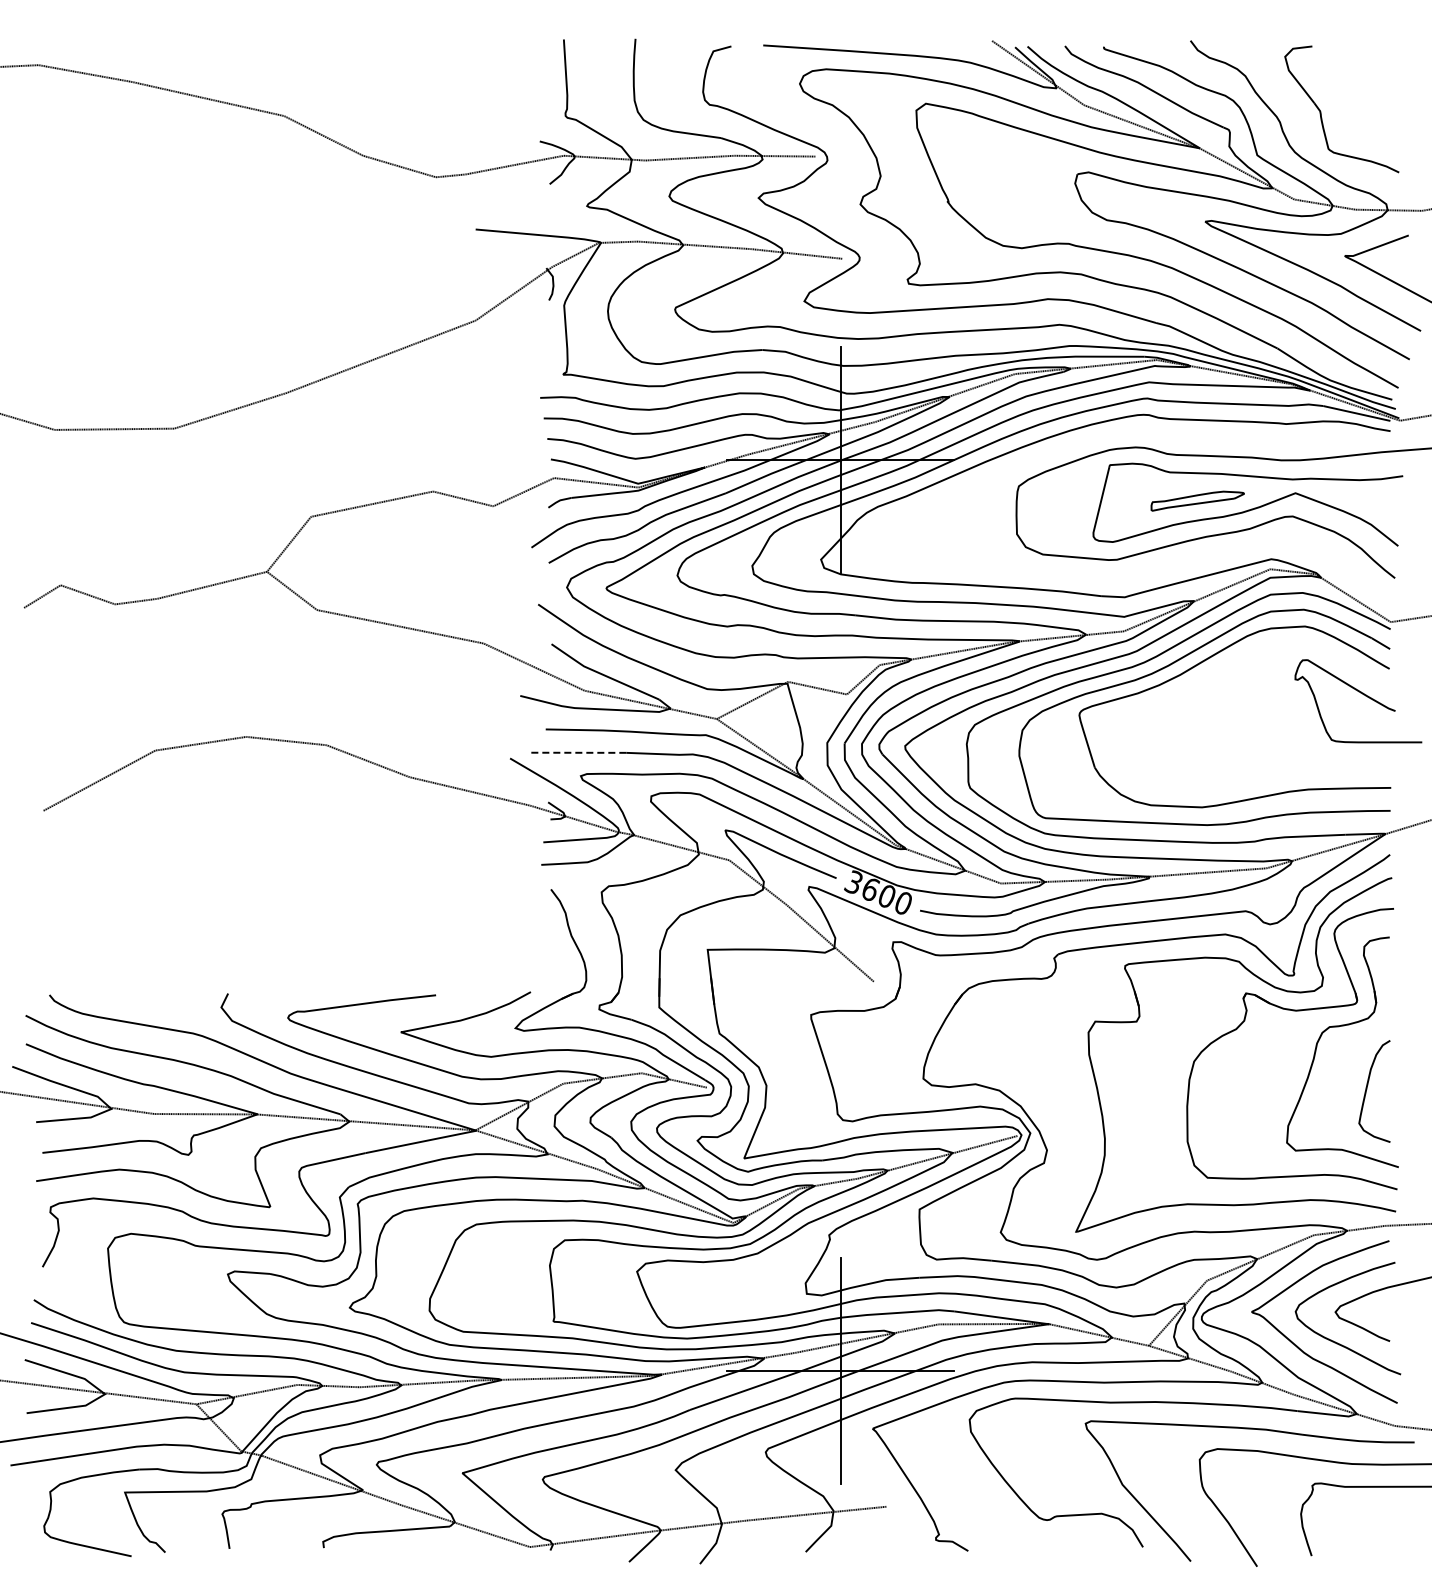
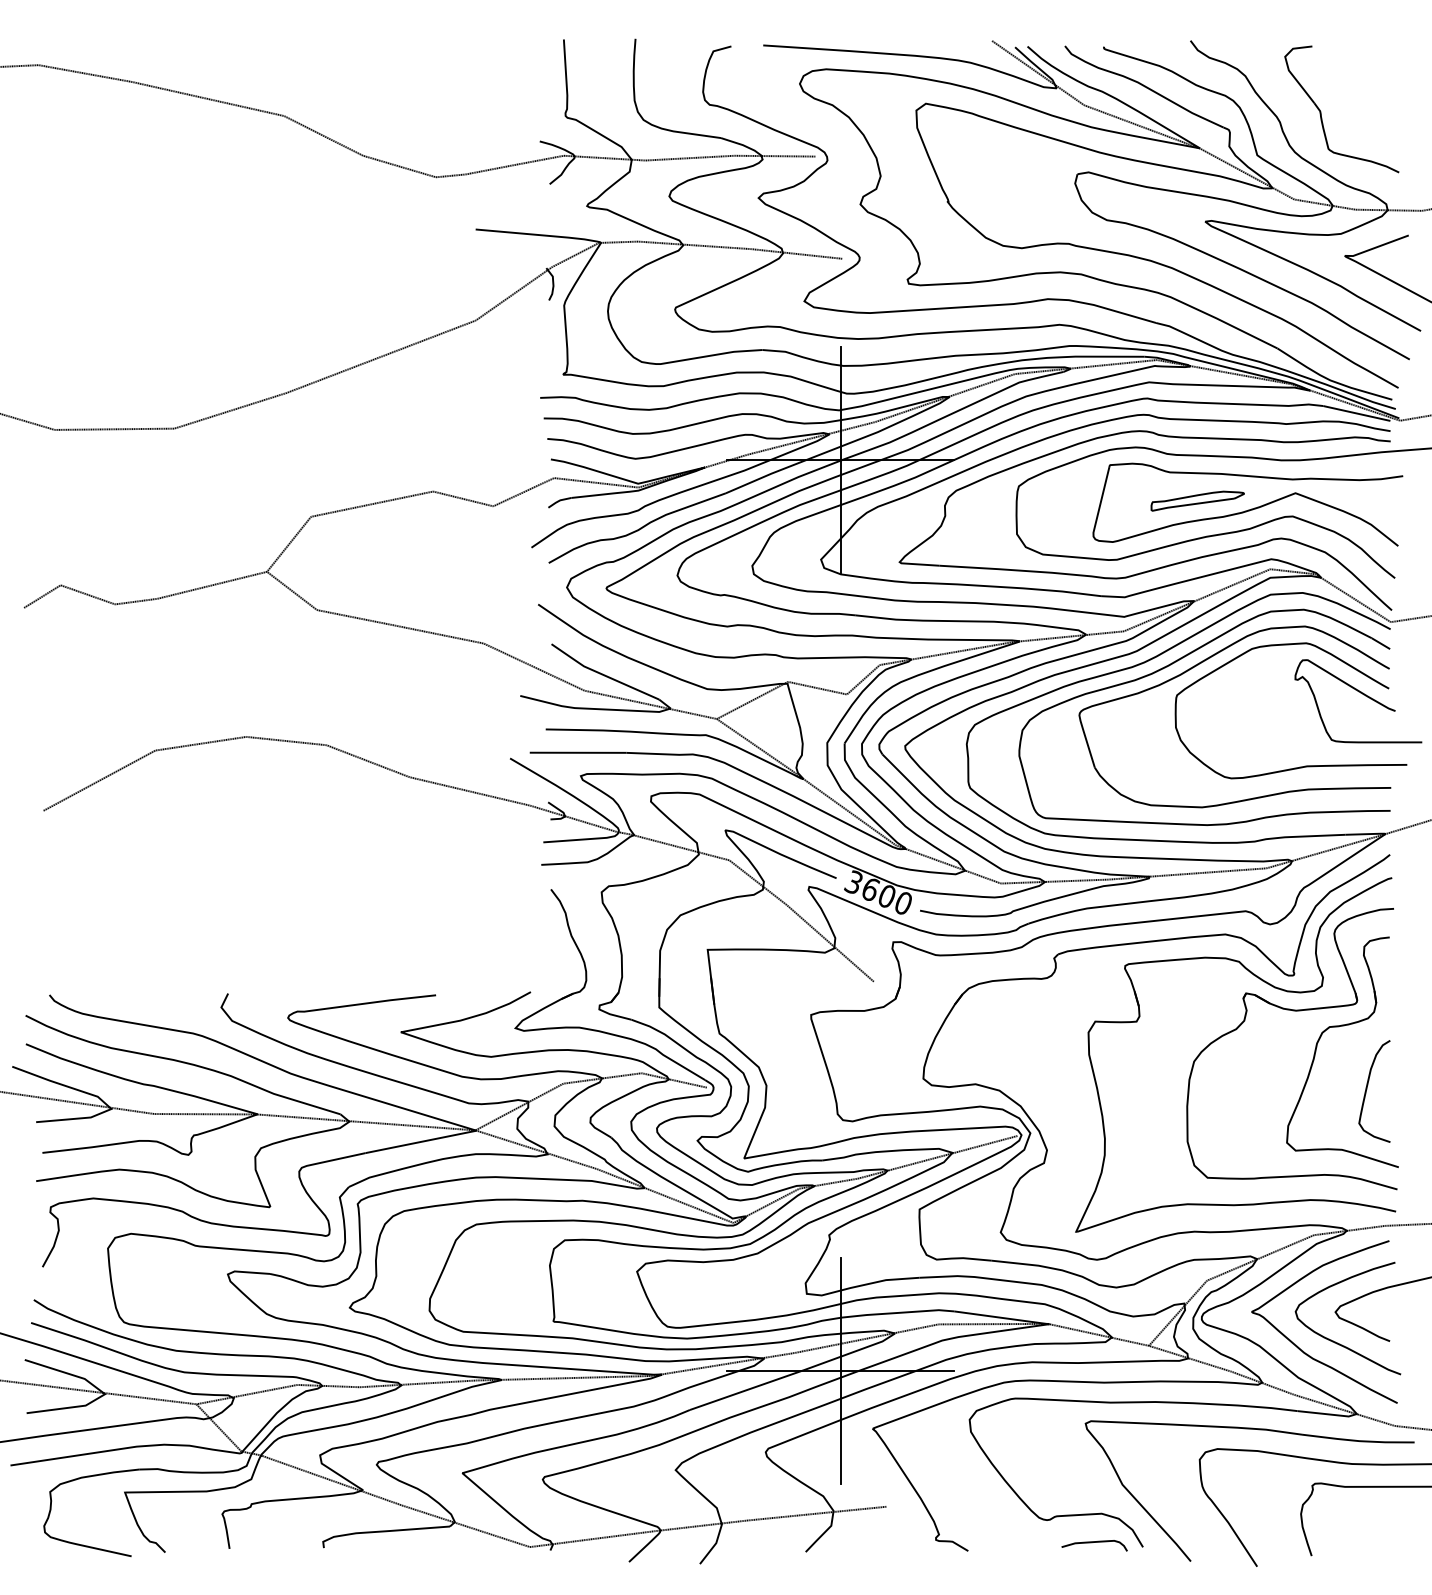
part at (1157, 567): none -> present
line at (577, 752): dashed -> solid
curve at (1299, 766): none -> present
curve at (1092, 1543): none -> present
